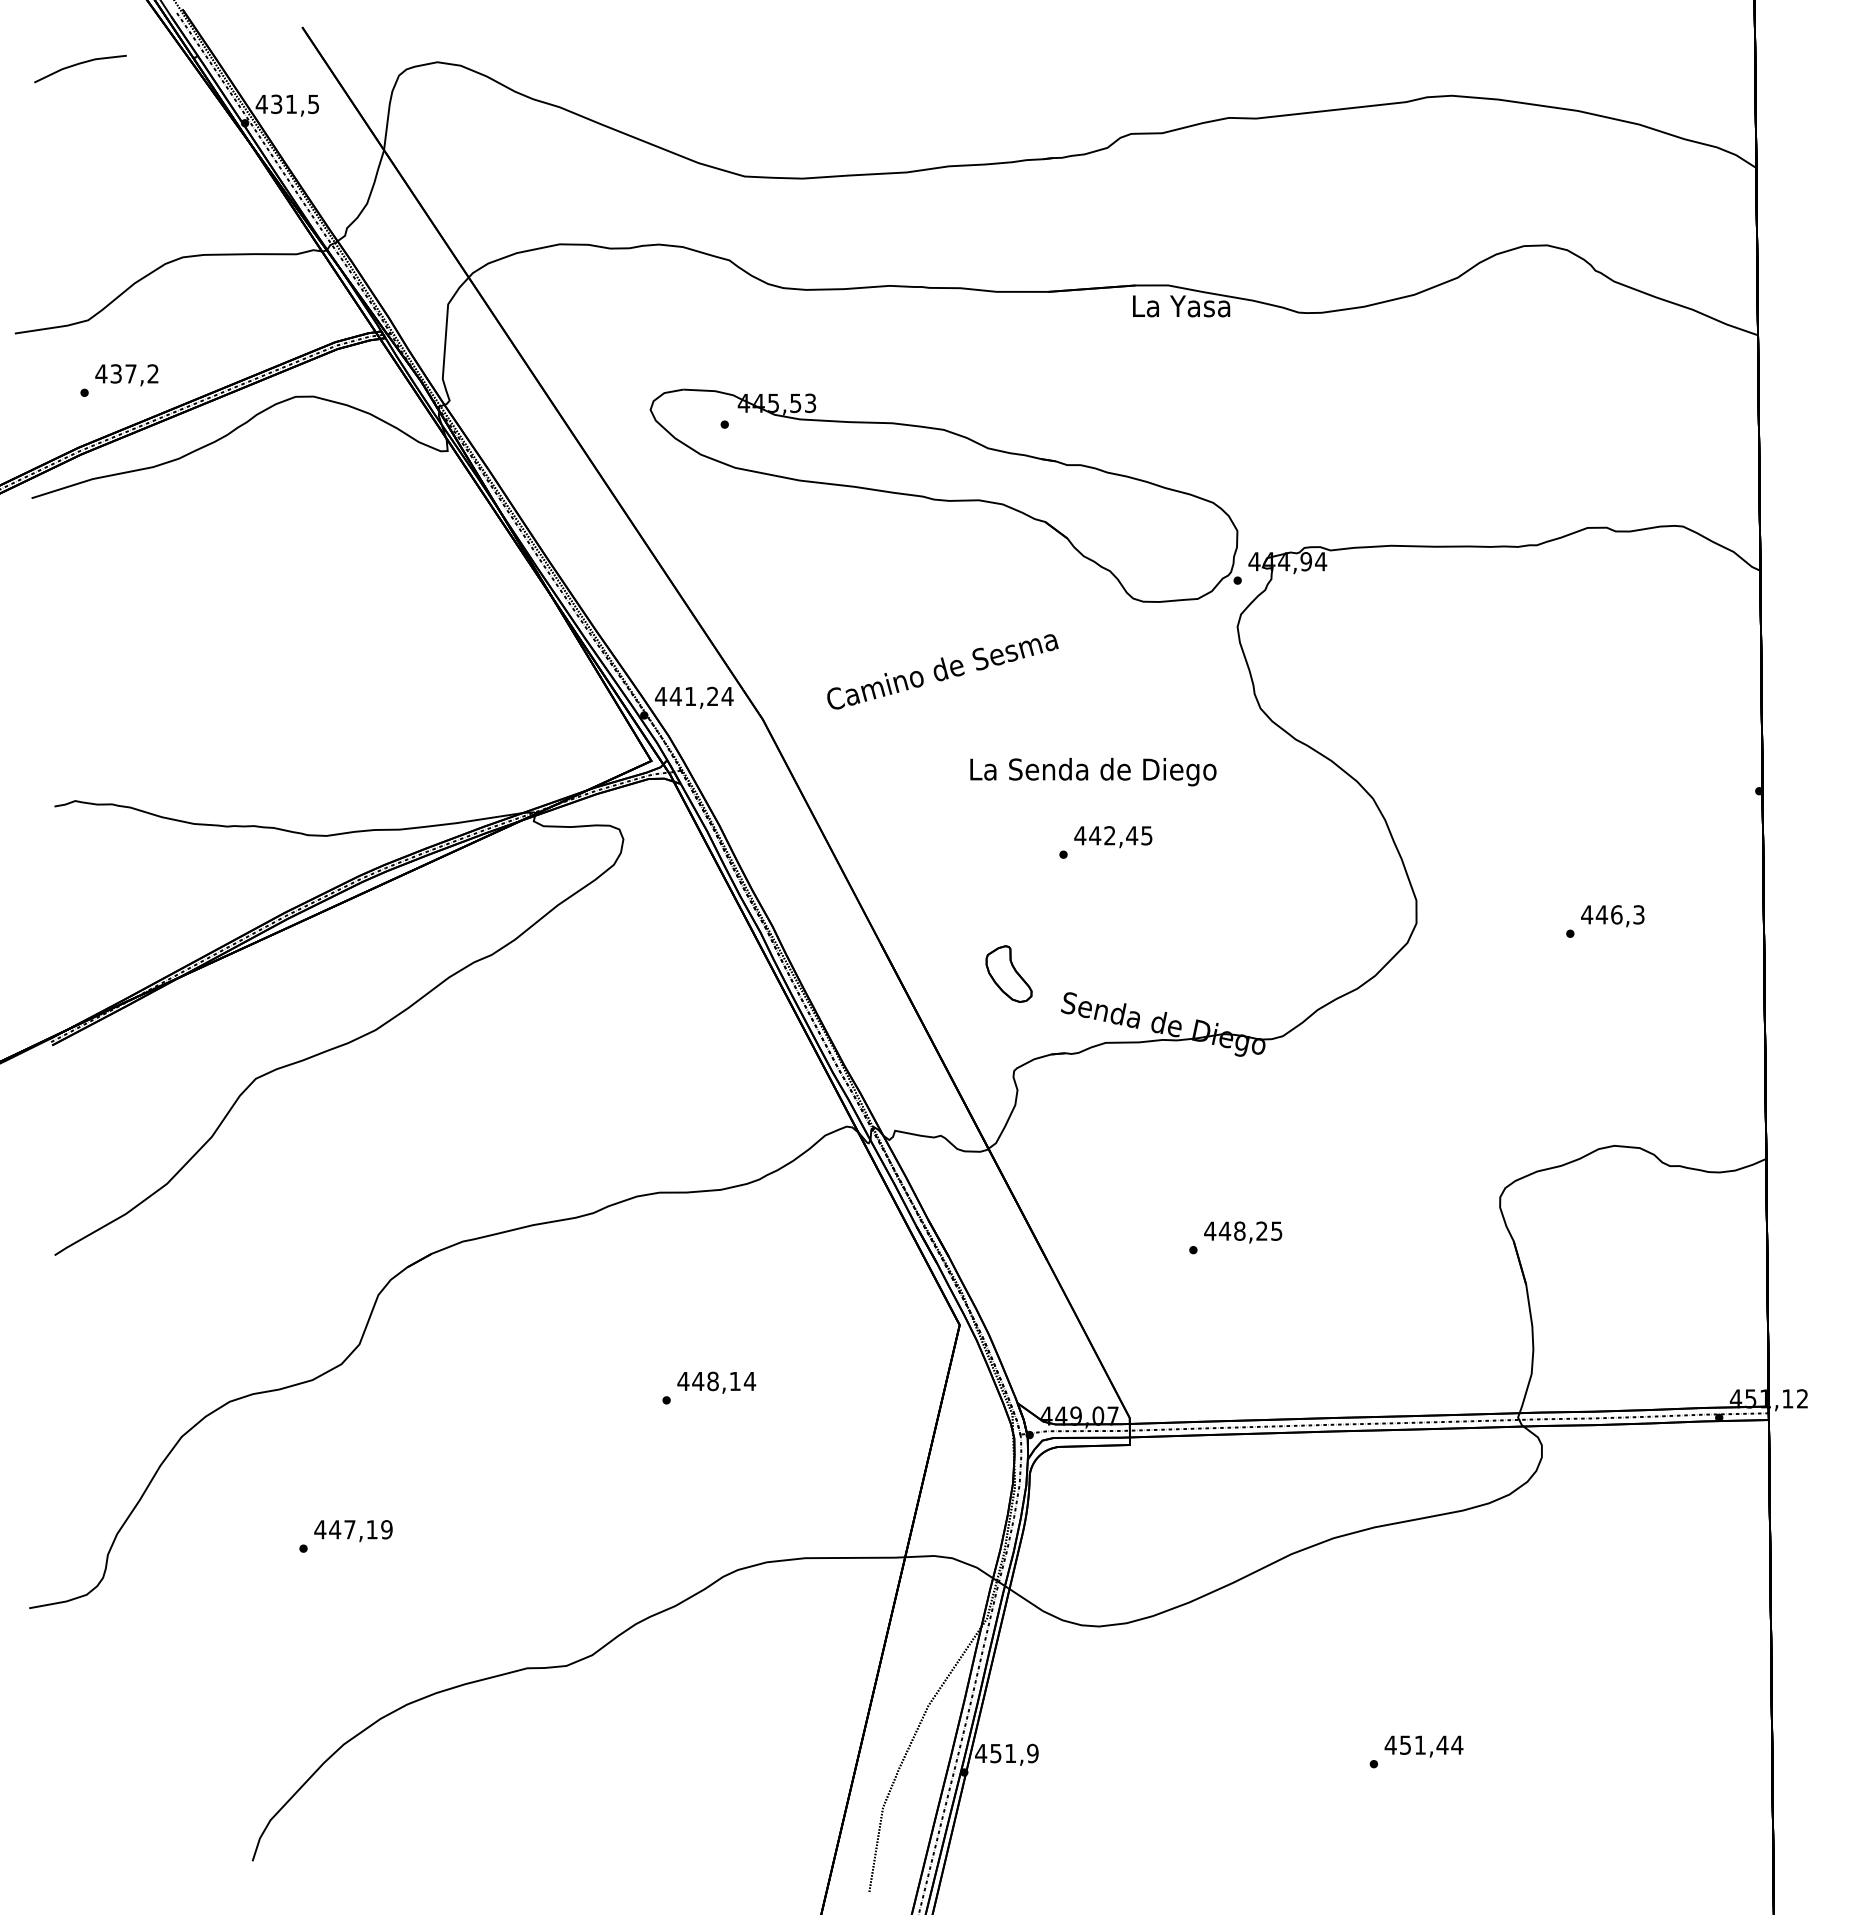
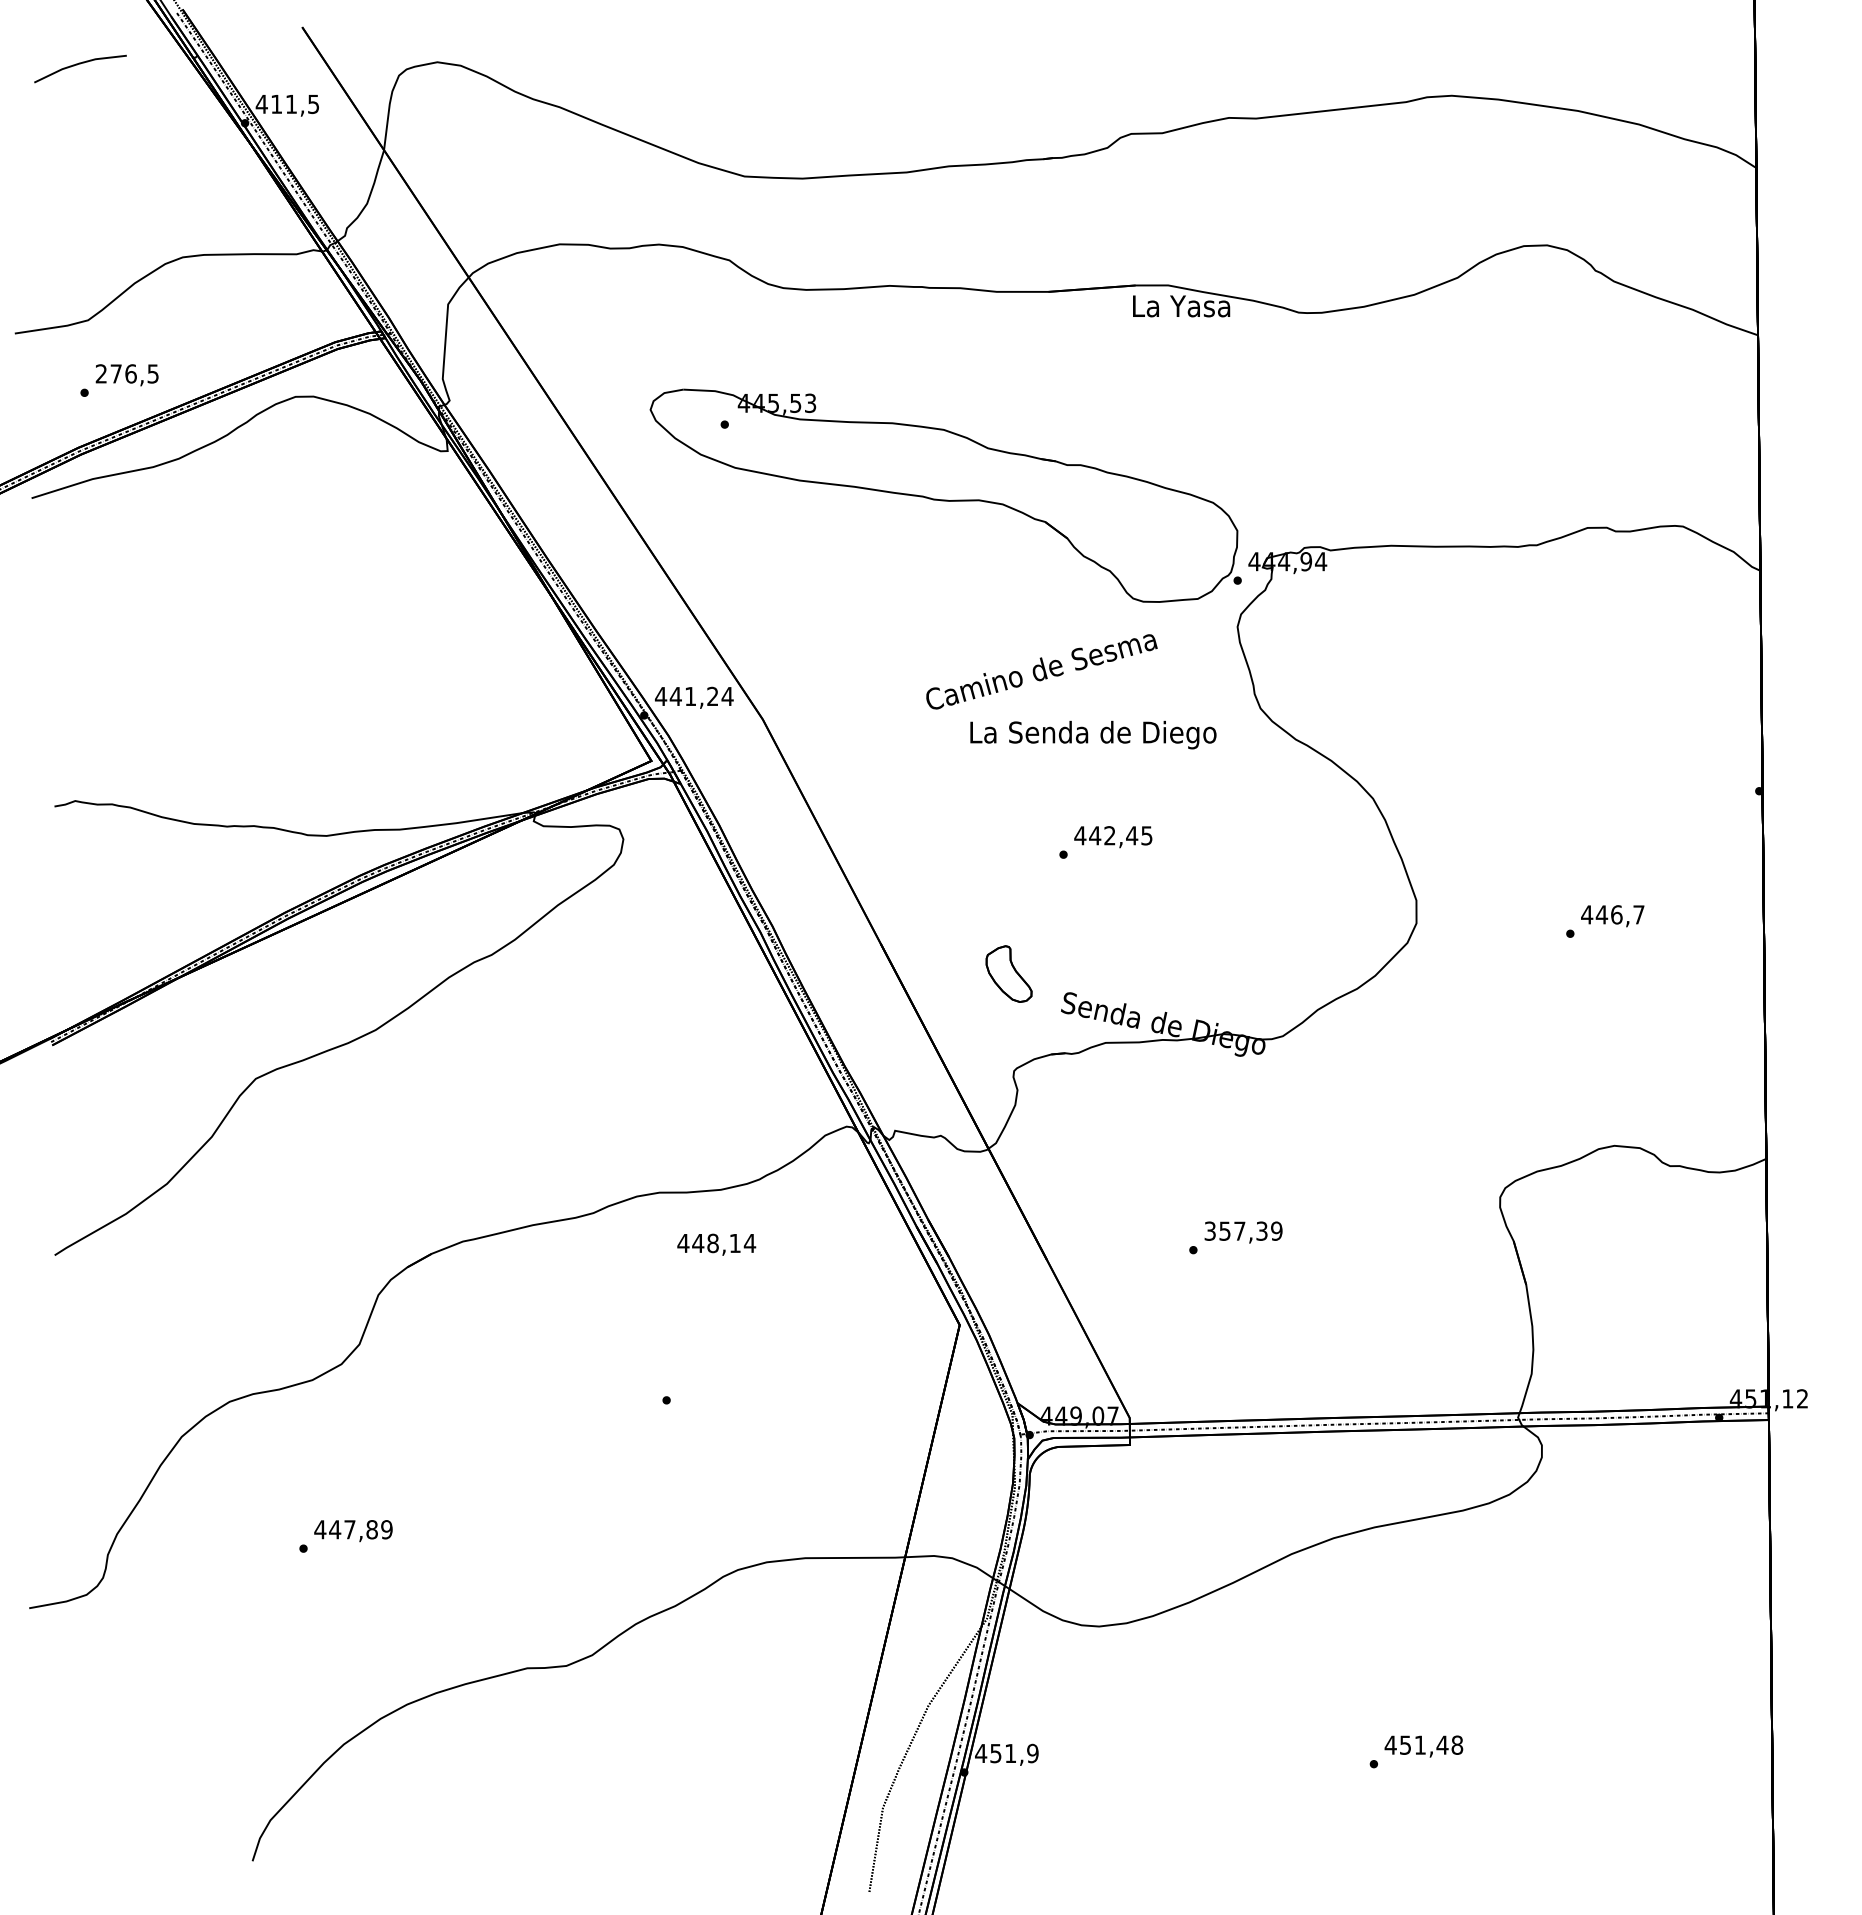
text at (276, 104): 431,5 -> 411,5
text at (126, 373): 437,2 -> 276,5
text at (942, 671) position: (942, 671) -> (1041, 671)
text at (1093, 771) position: (1093, 771) -> (1093, 734)
text at (1638, 914): 446,3 -> 446,7
text at (1243, 1230): 448,25 -> 357,39
text at (716, 1382) position: (716, 1382) -> (716, 1244)
text at (371, 1529): 447,19 -> 447,89
text at (1457, 1744): 451,44 -> 451,48
